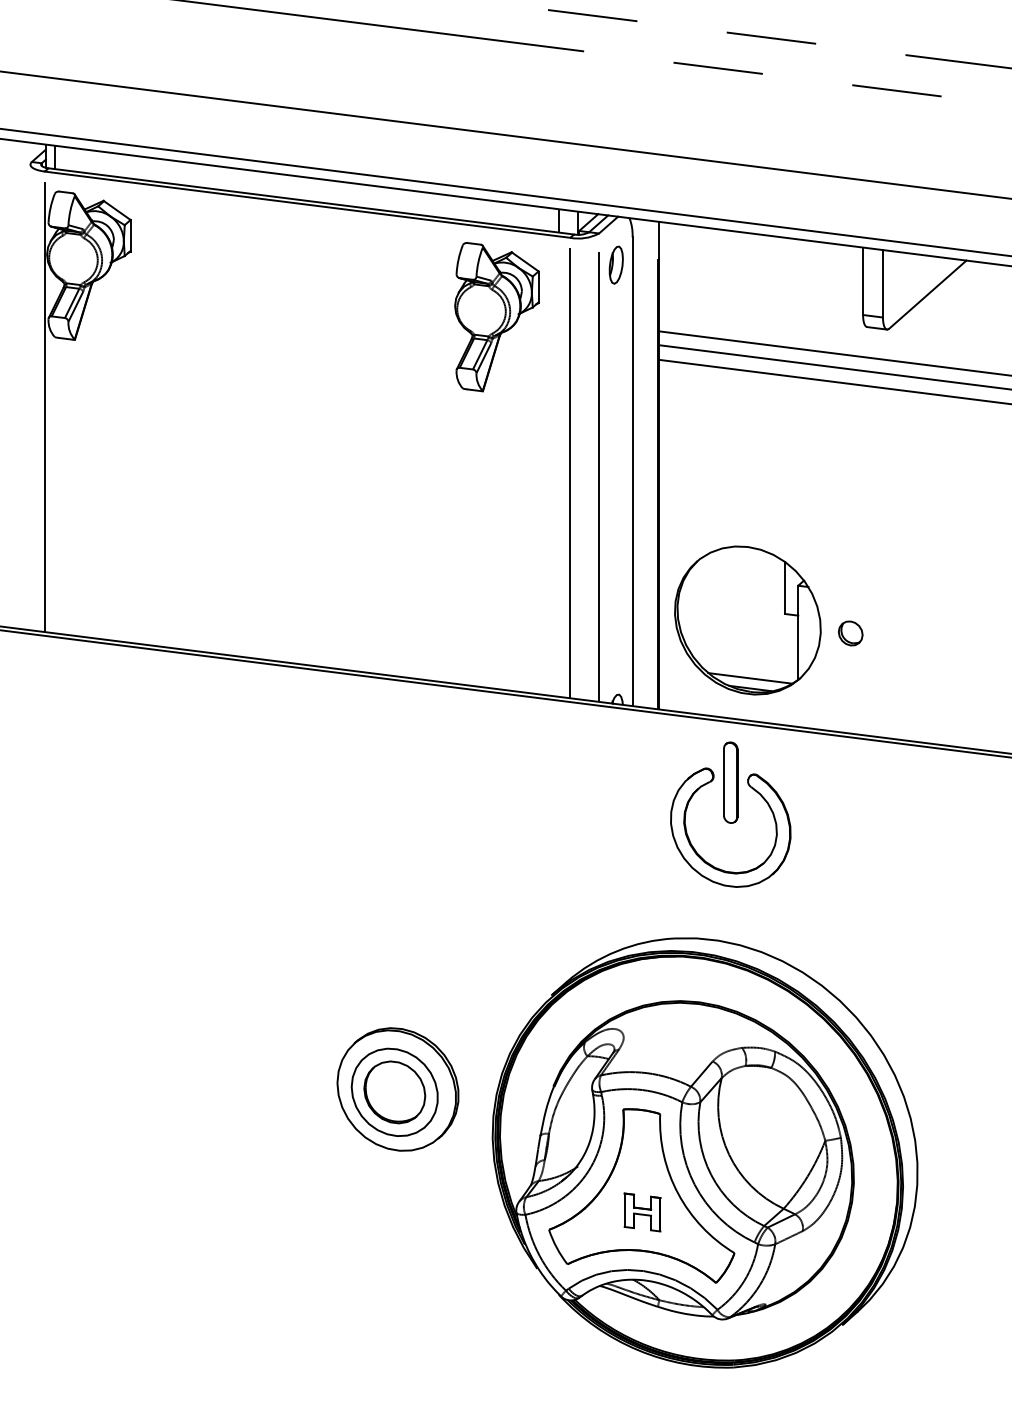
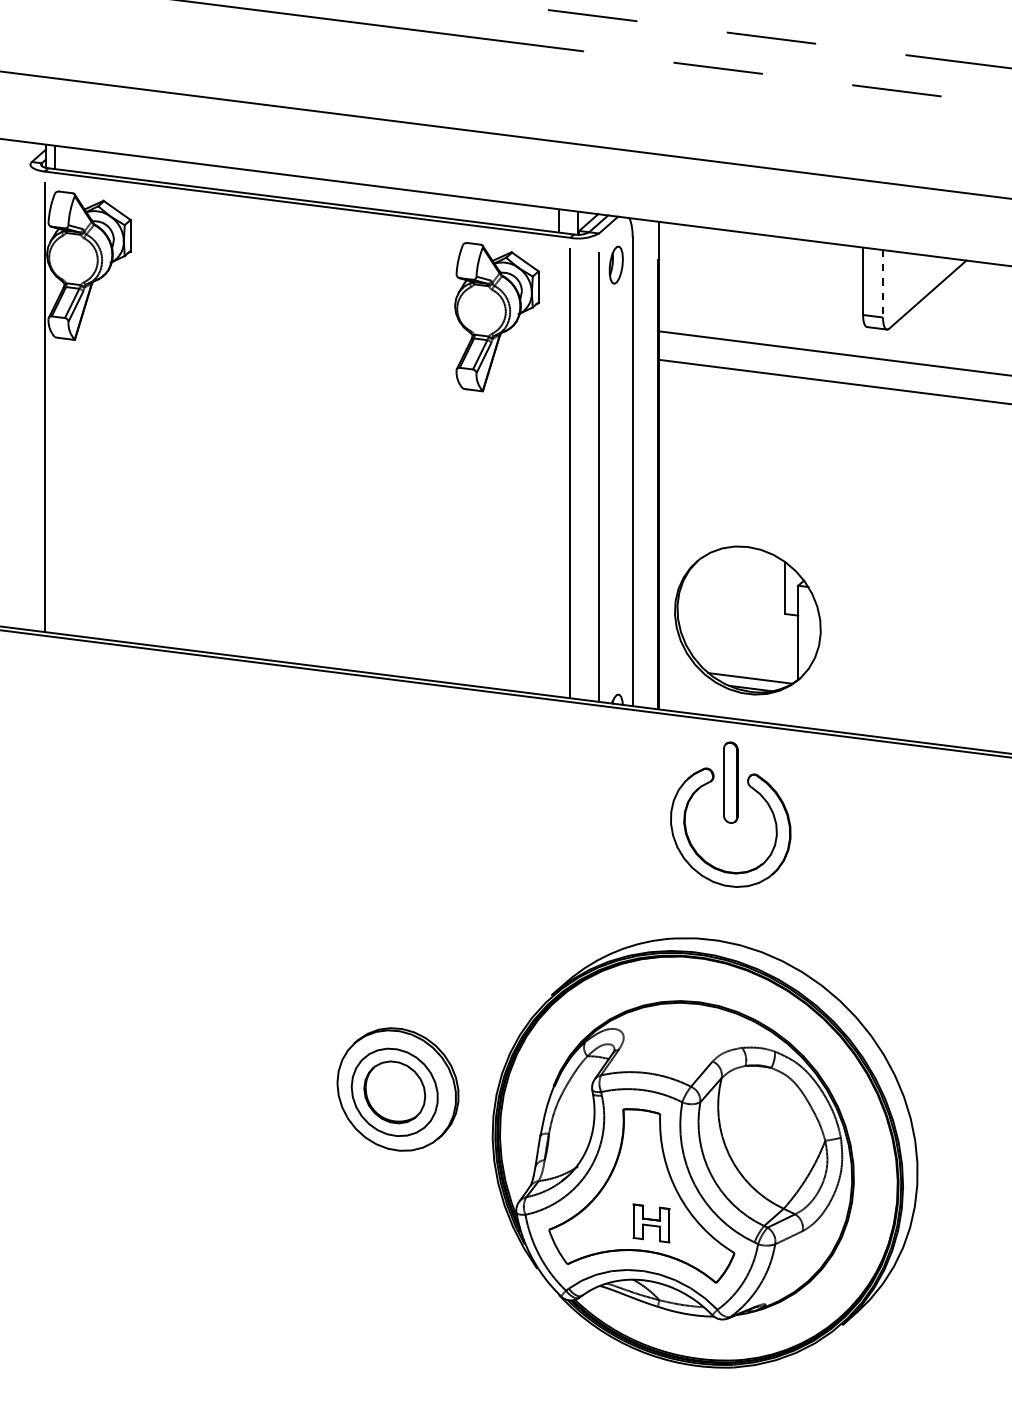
line at (505, 192): present -> none
line at (882, 283): solid -> dashed
line at (833, 367): present -> none
part at (850, 633): present -> none
part at (642, 1212) position: (642, 1212) -> (651, 1223)
